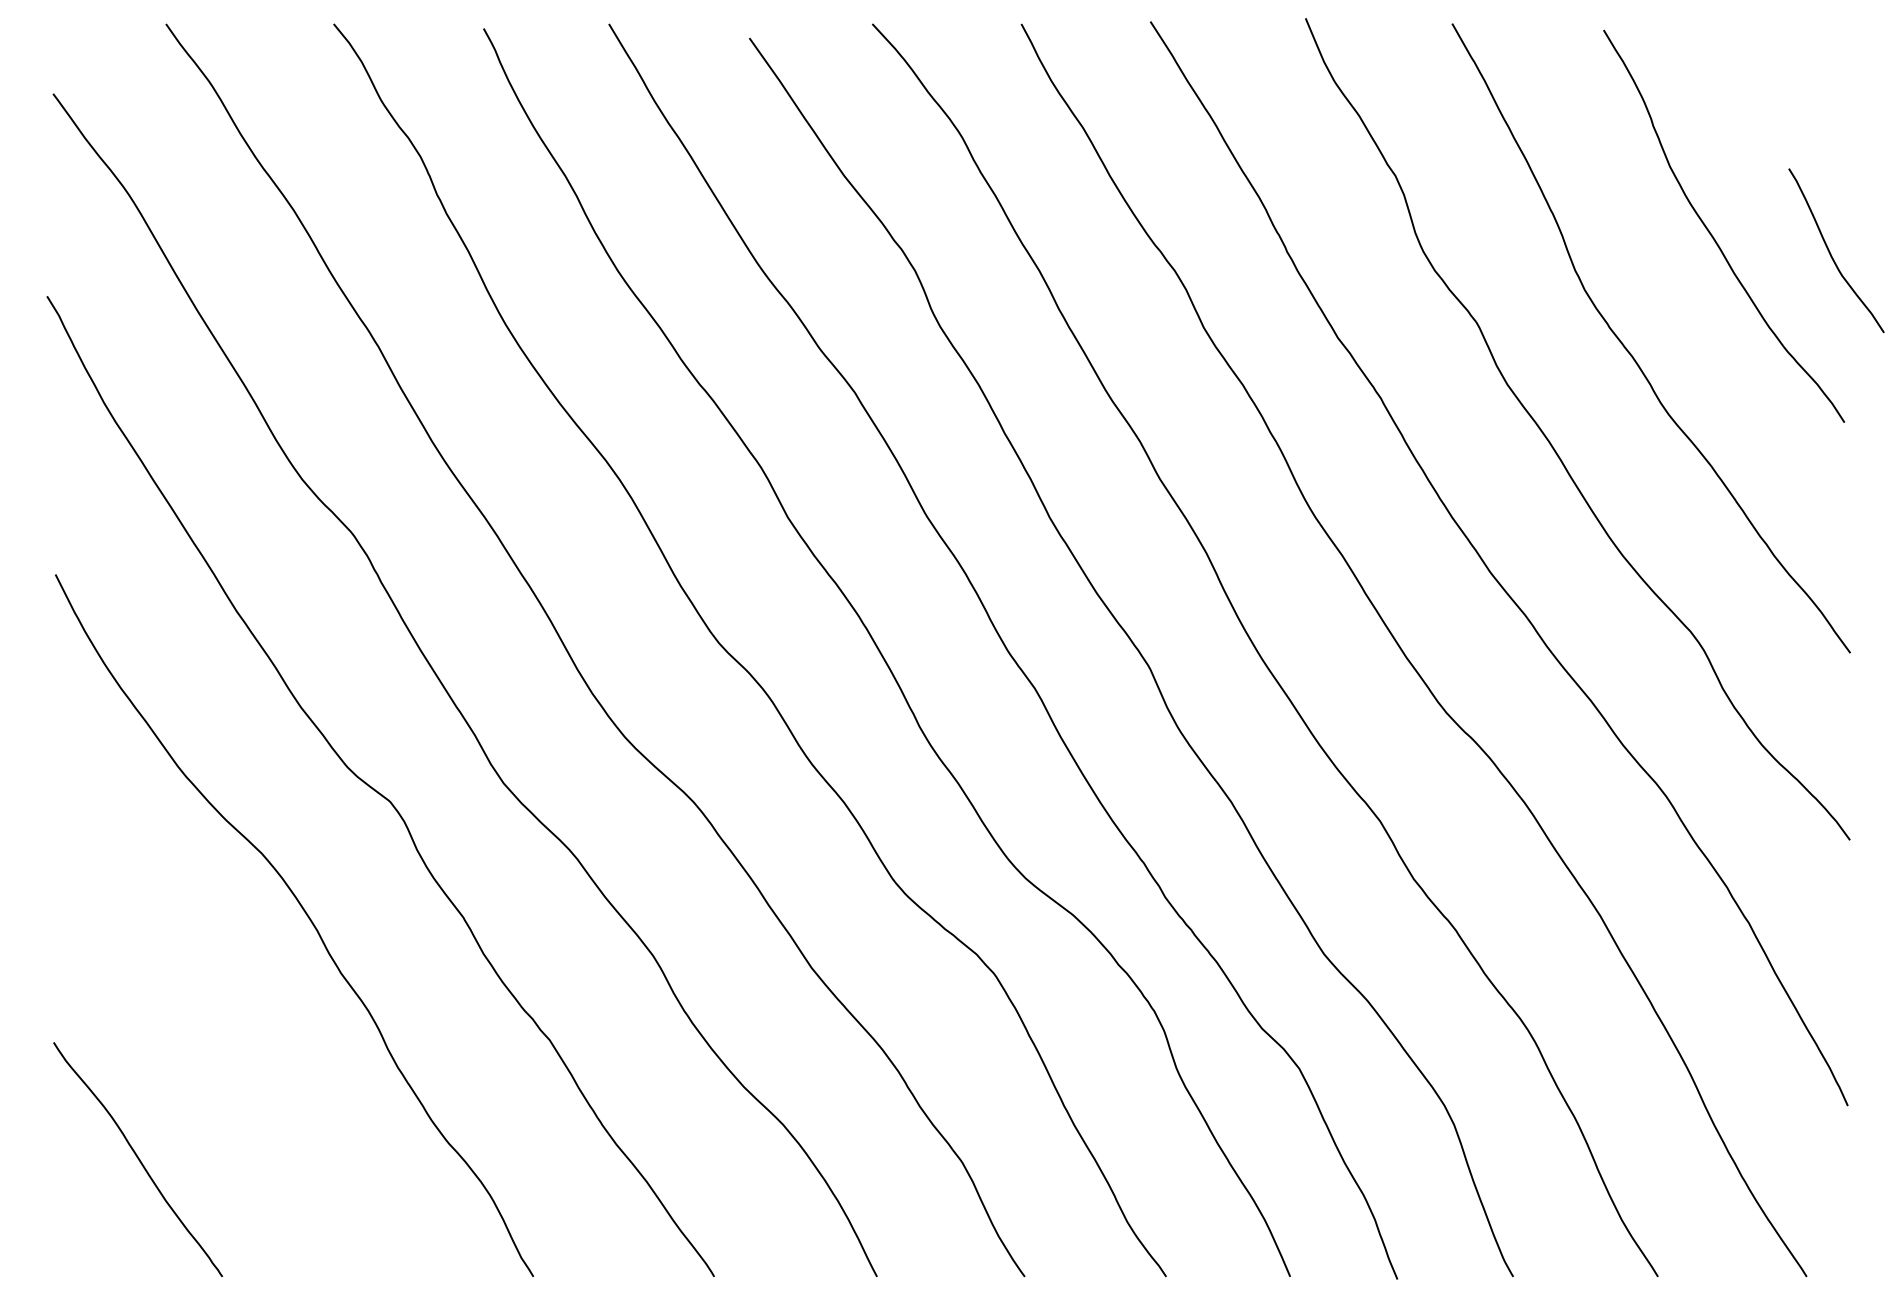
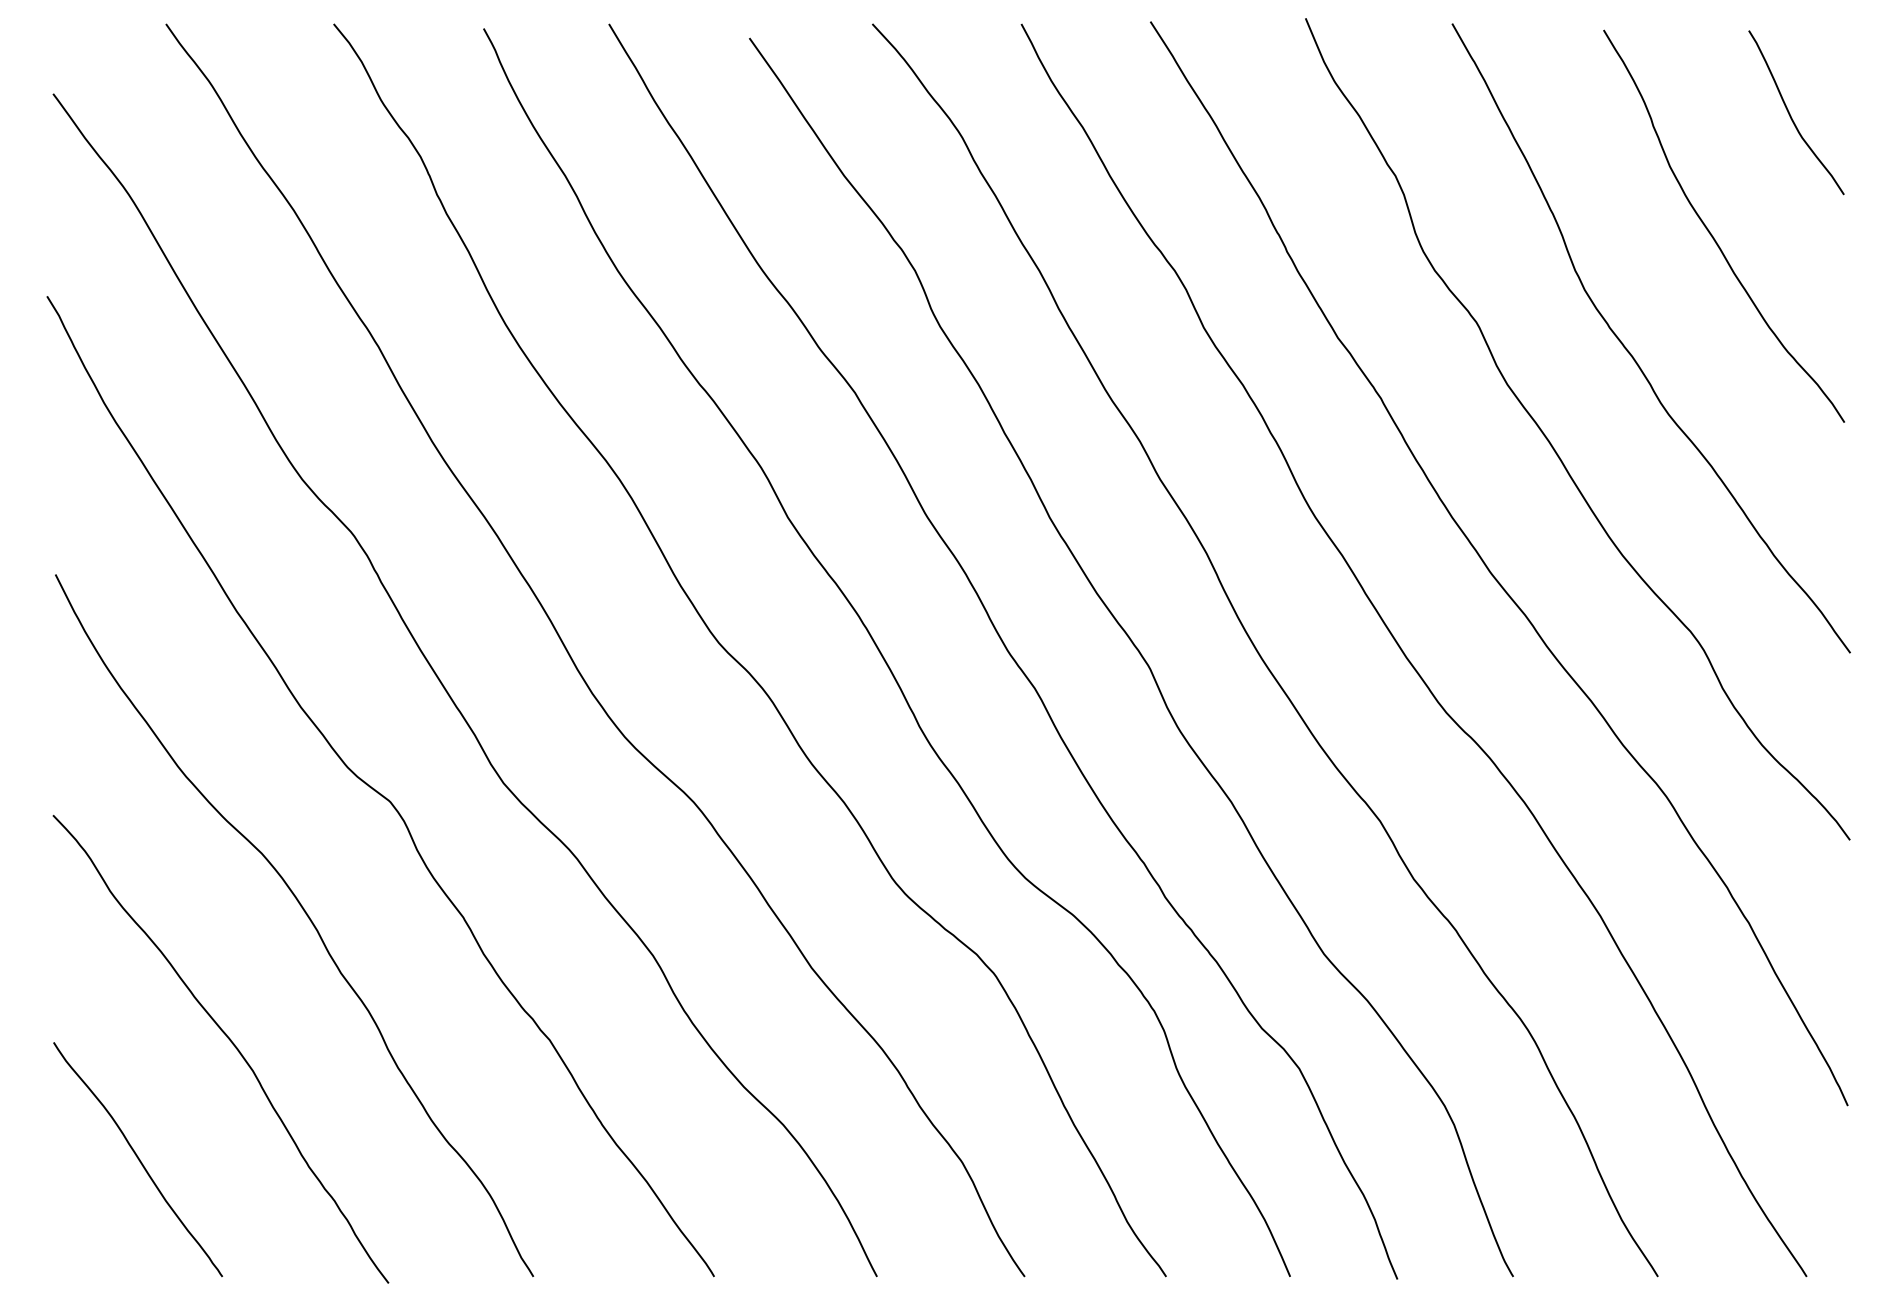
curve at (1831, 253) position: (1831, 253) -> (1791, 115)
curve at (231, 1043): none -> present
